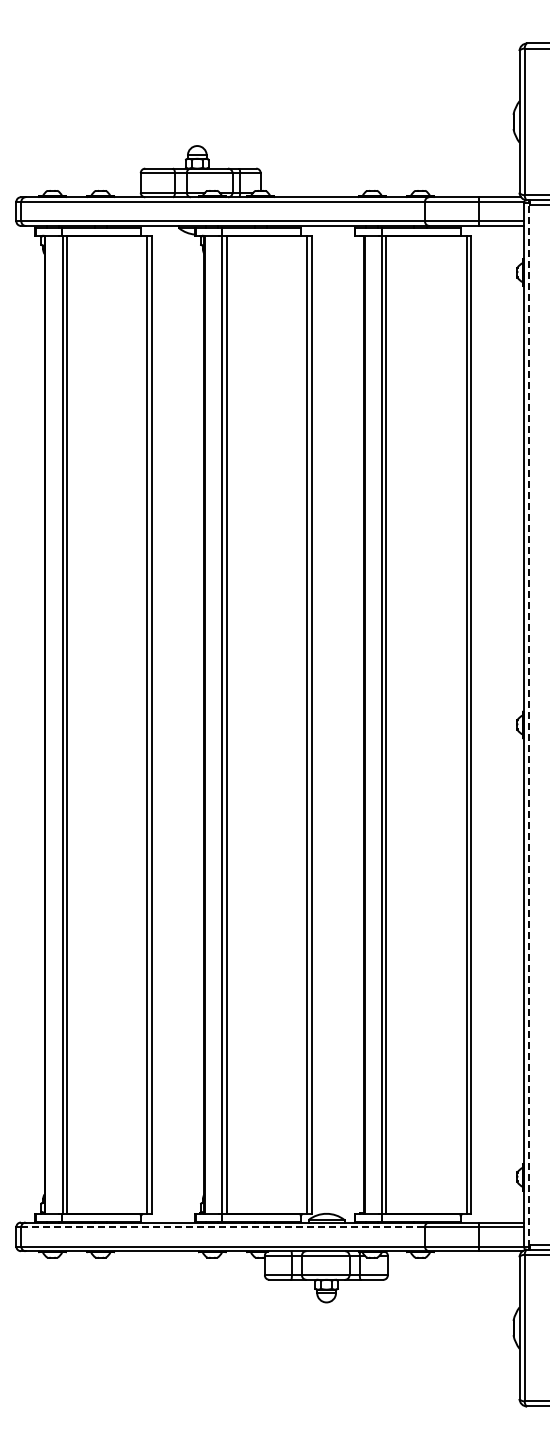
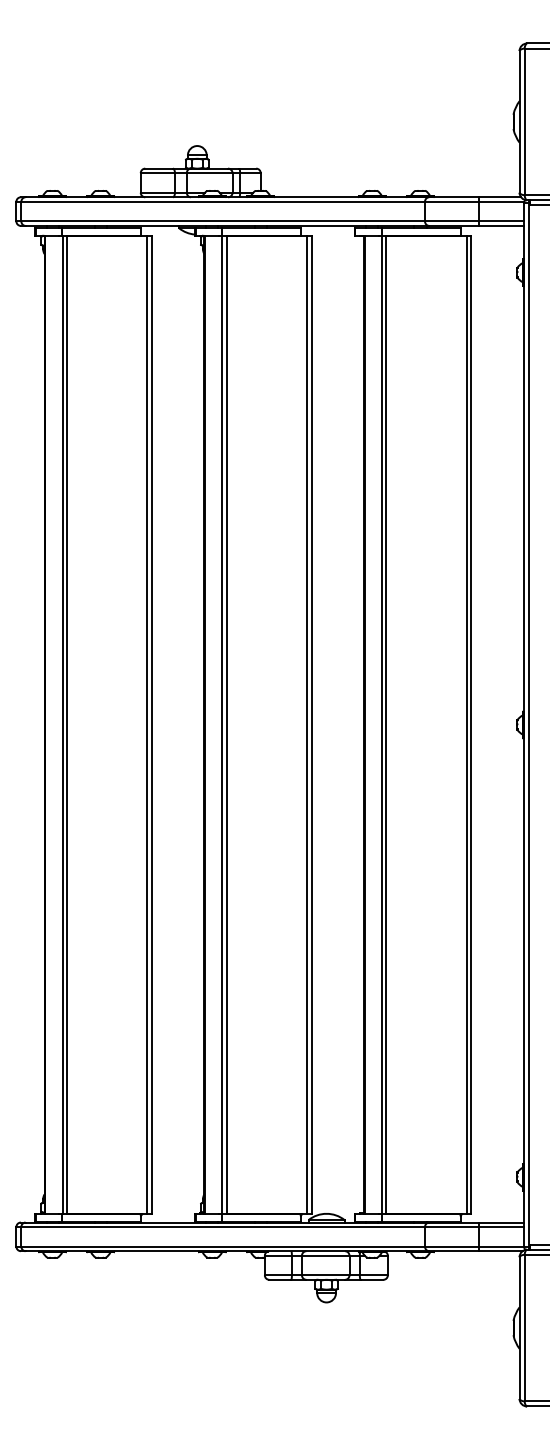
line at (528, 724): dashed -> solid
line at (223, 1227): dashed -> solid
